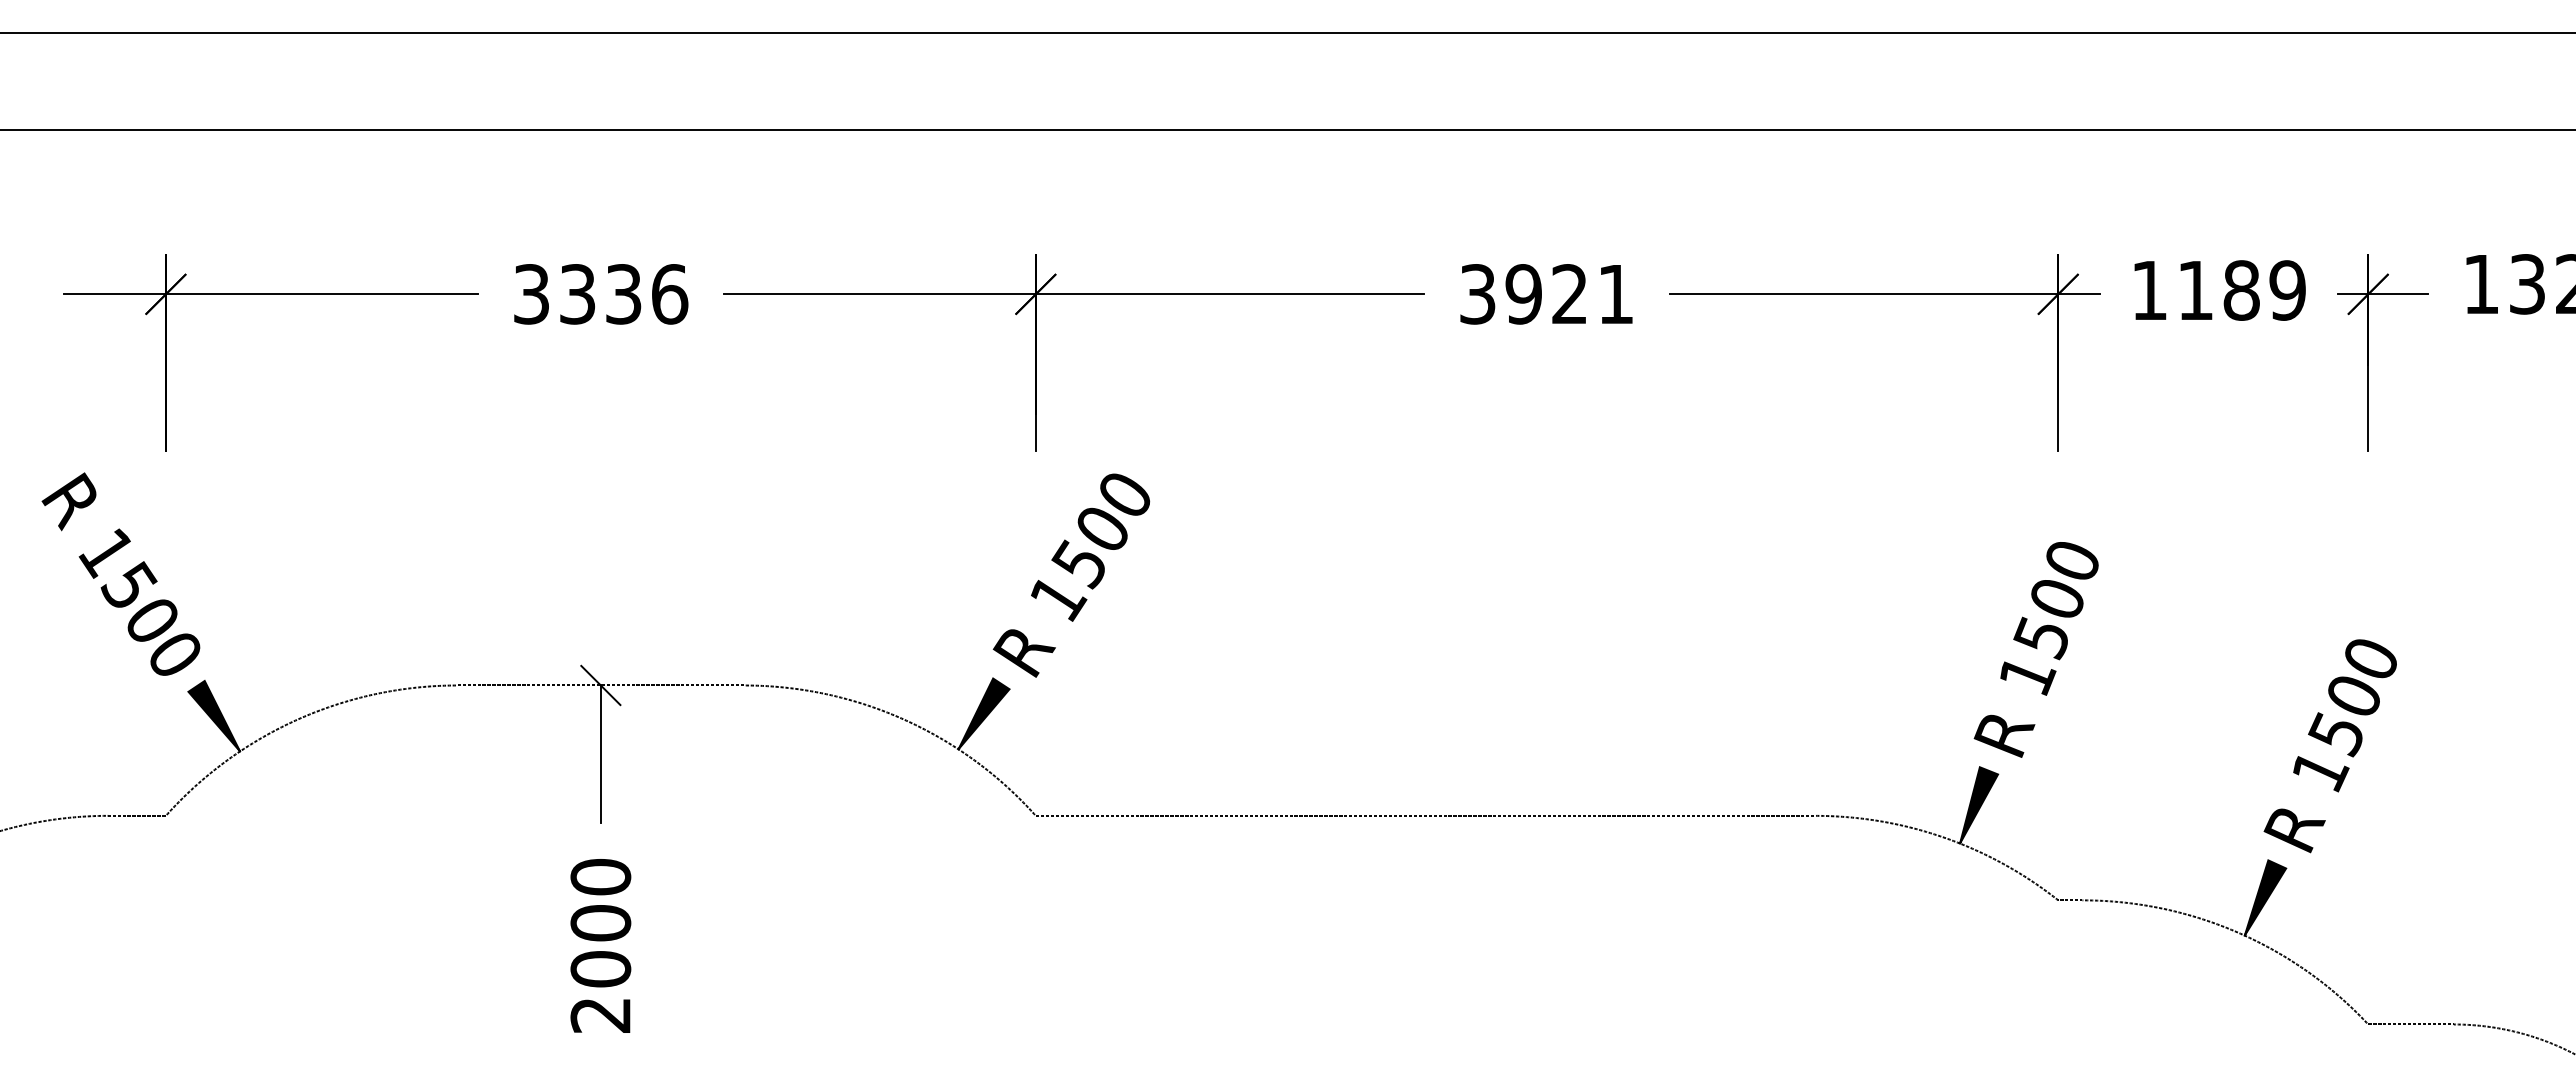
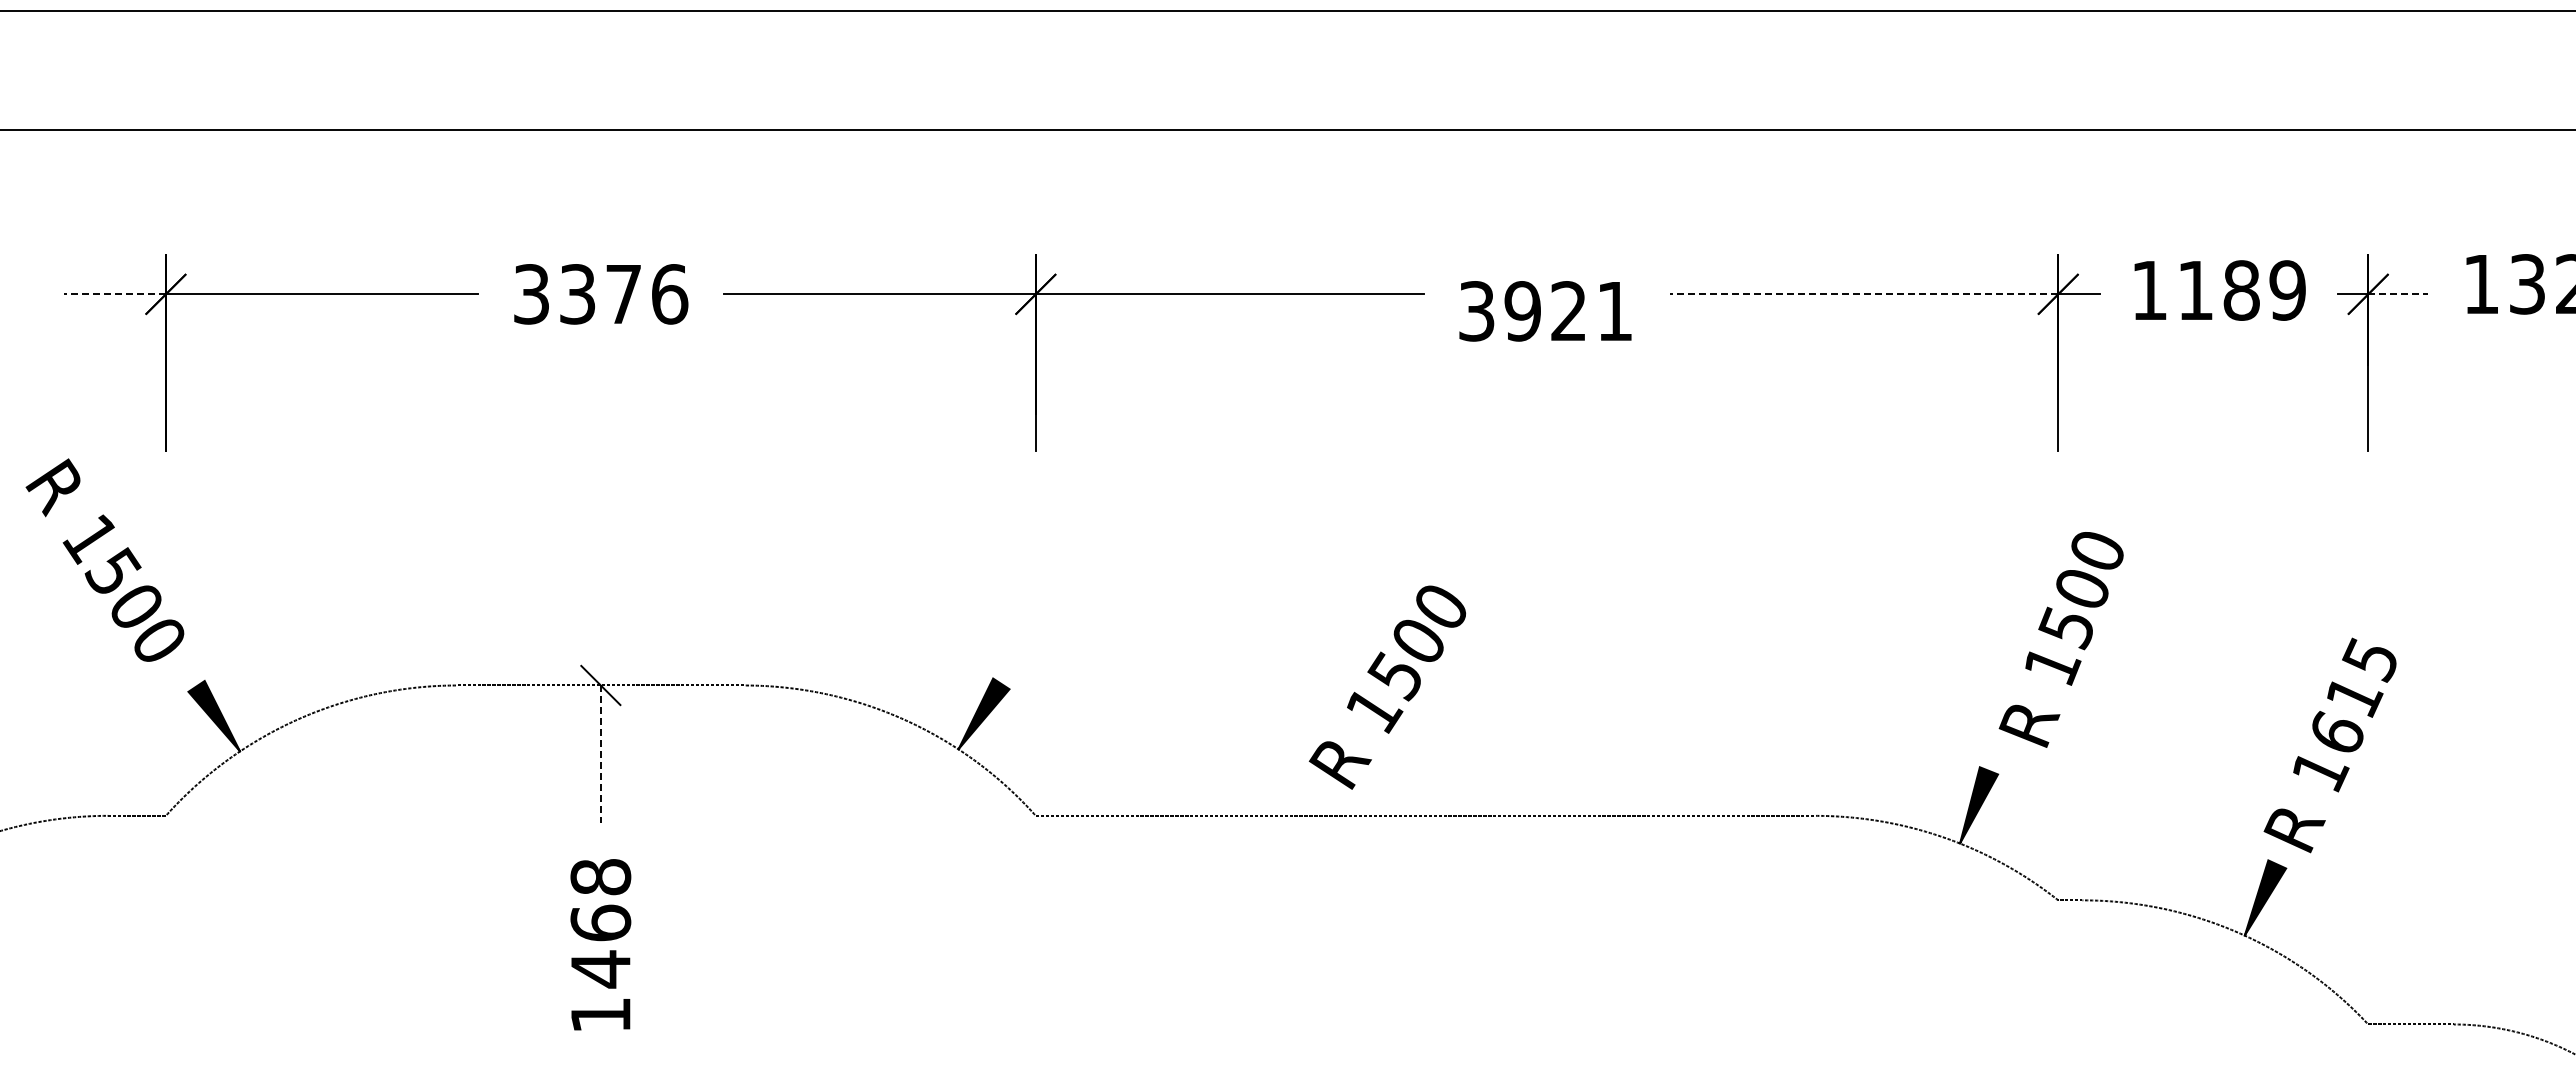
line at (1287, 32) position: (1287, 32) -> (1287, 10)
line at (115, 294): solid -> dashed
text at (623, 294): 3336 -> 3376
text at (1546, 294) position: (1546, 294) -> (1545, 311)
line at (1863, 294): solid -> dashed
line at (2398, 294): solid -> dashed
text at (120, 573) position: (120, 573) -> (104, 559)
text at (1071, 575) position: (1071, 575) -> (1387, 687)
text at (2035, 649) position: (2035, 649) -> (2060, 639)
text at (2352, 697): 1500 -> 1615
line at (600, 754): solid -> dashed
text at (600, 945): 2000 -> 1468
